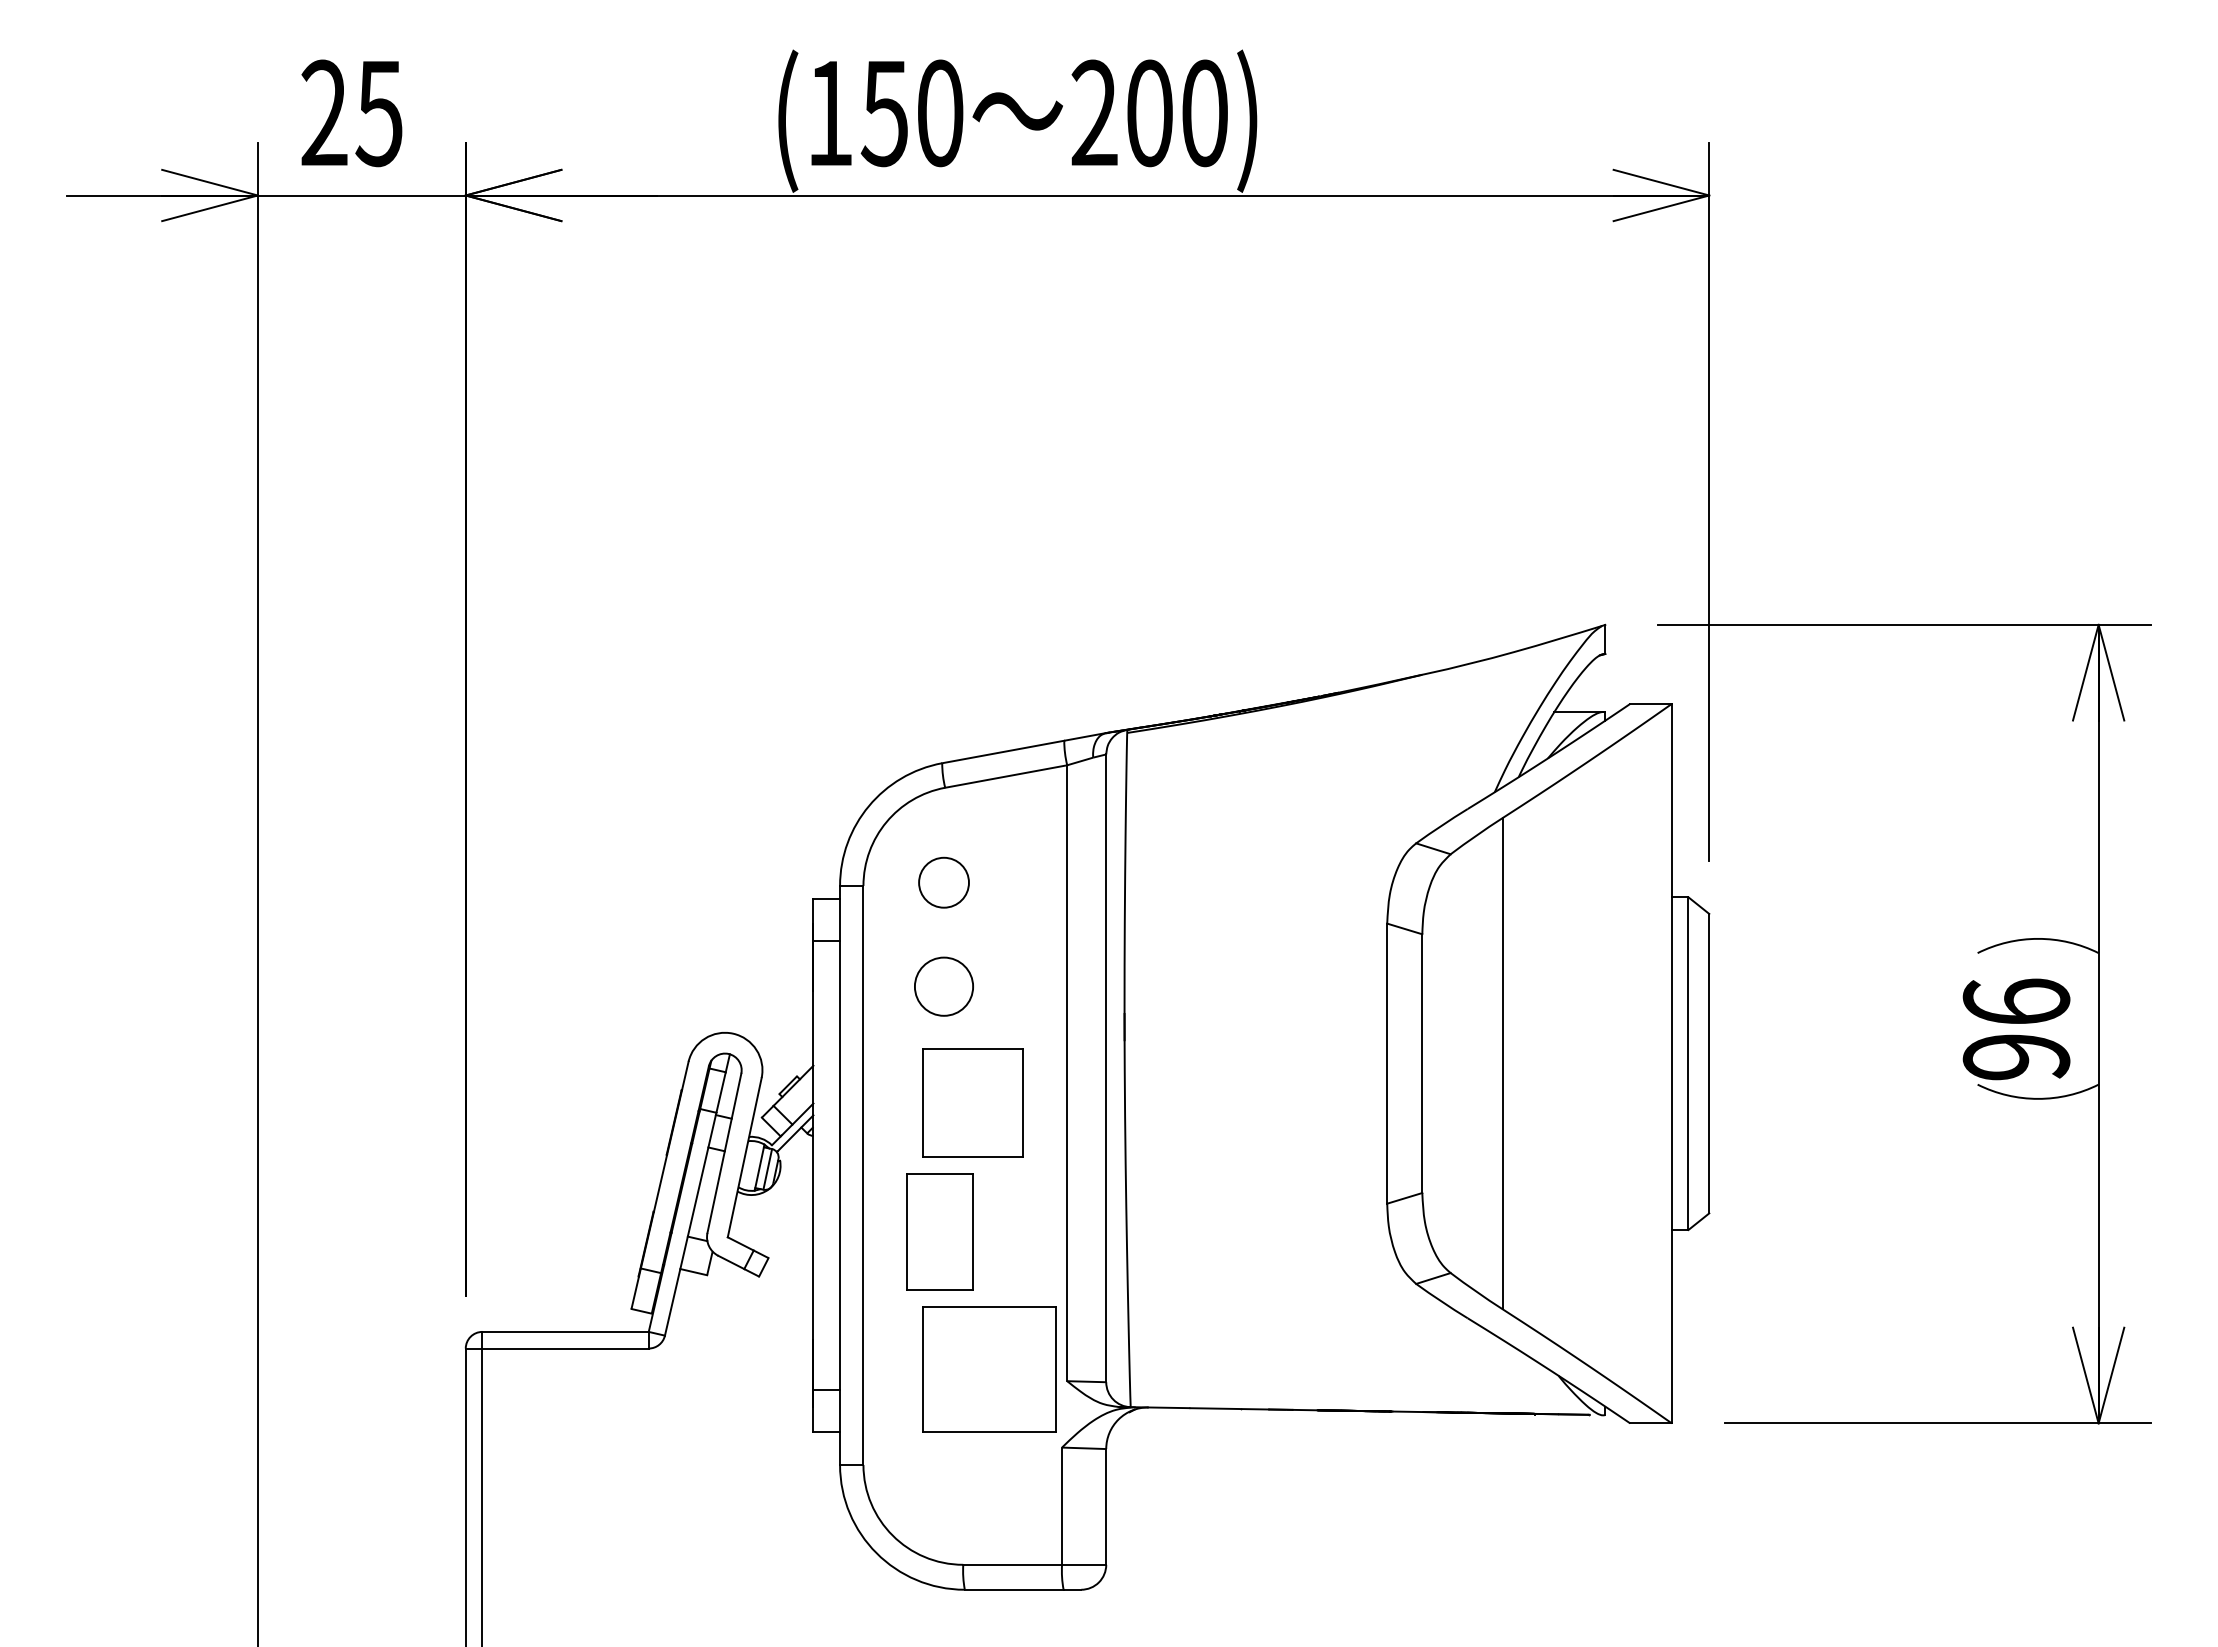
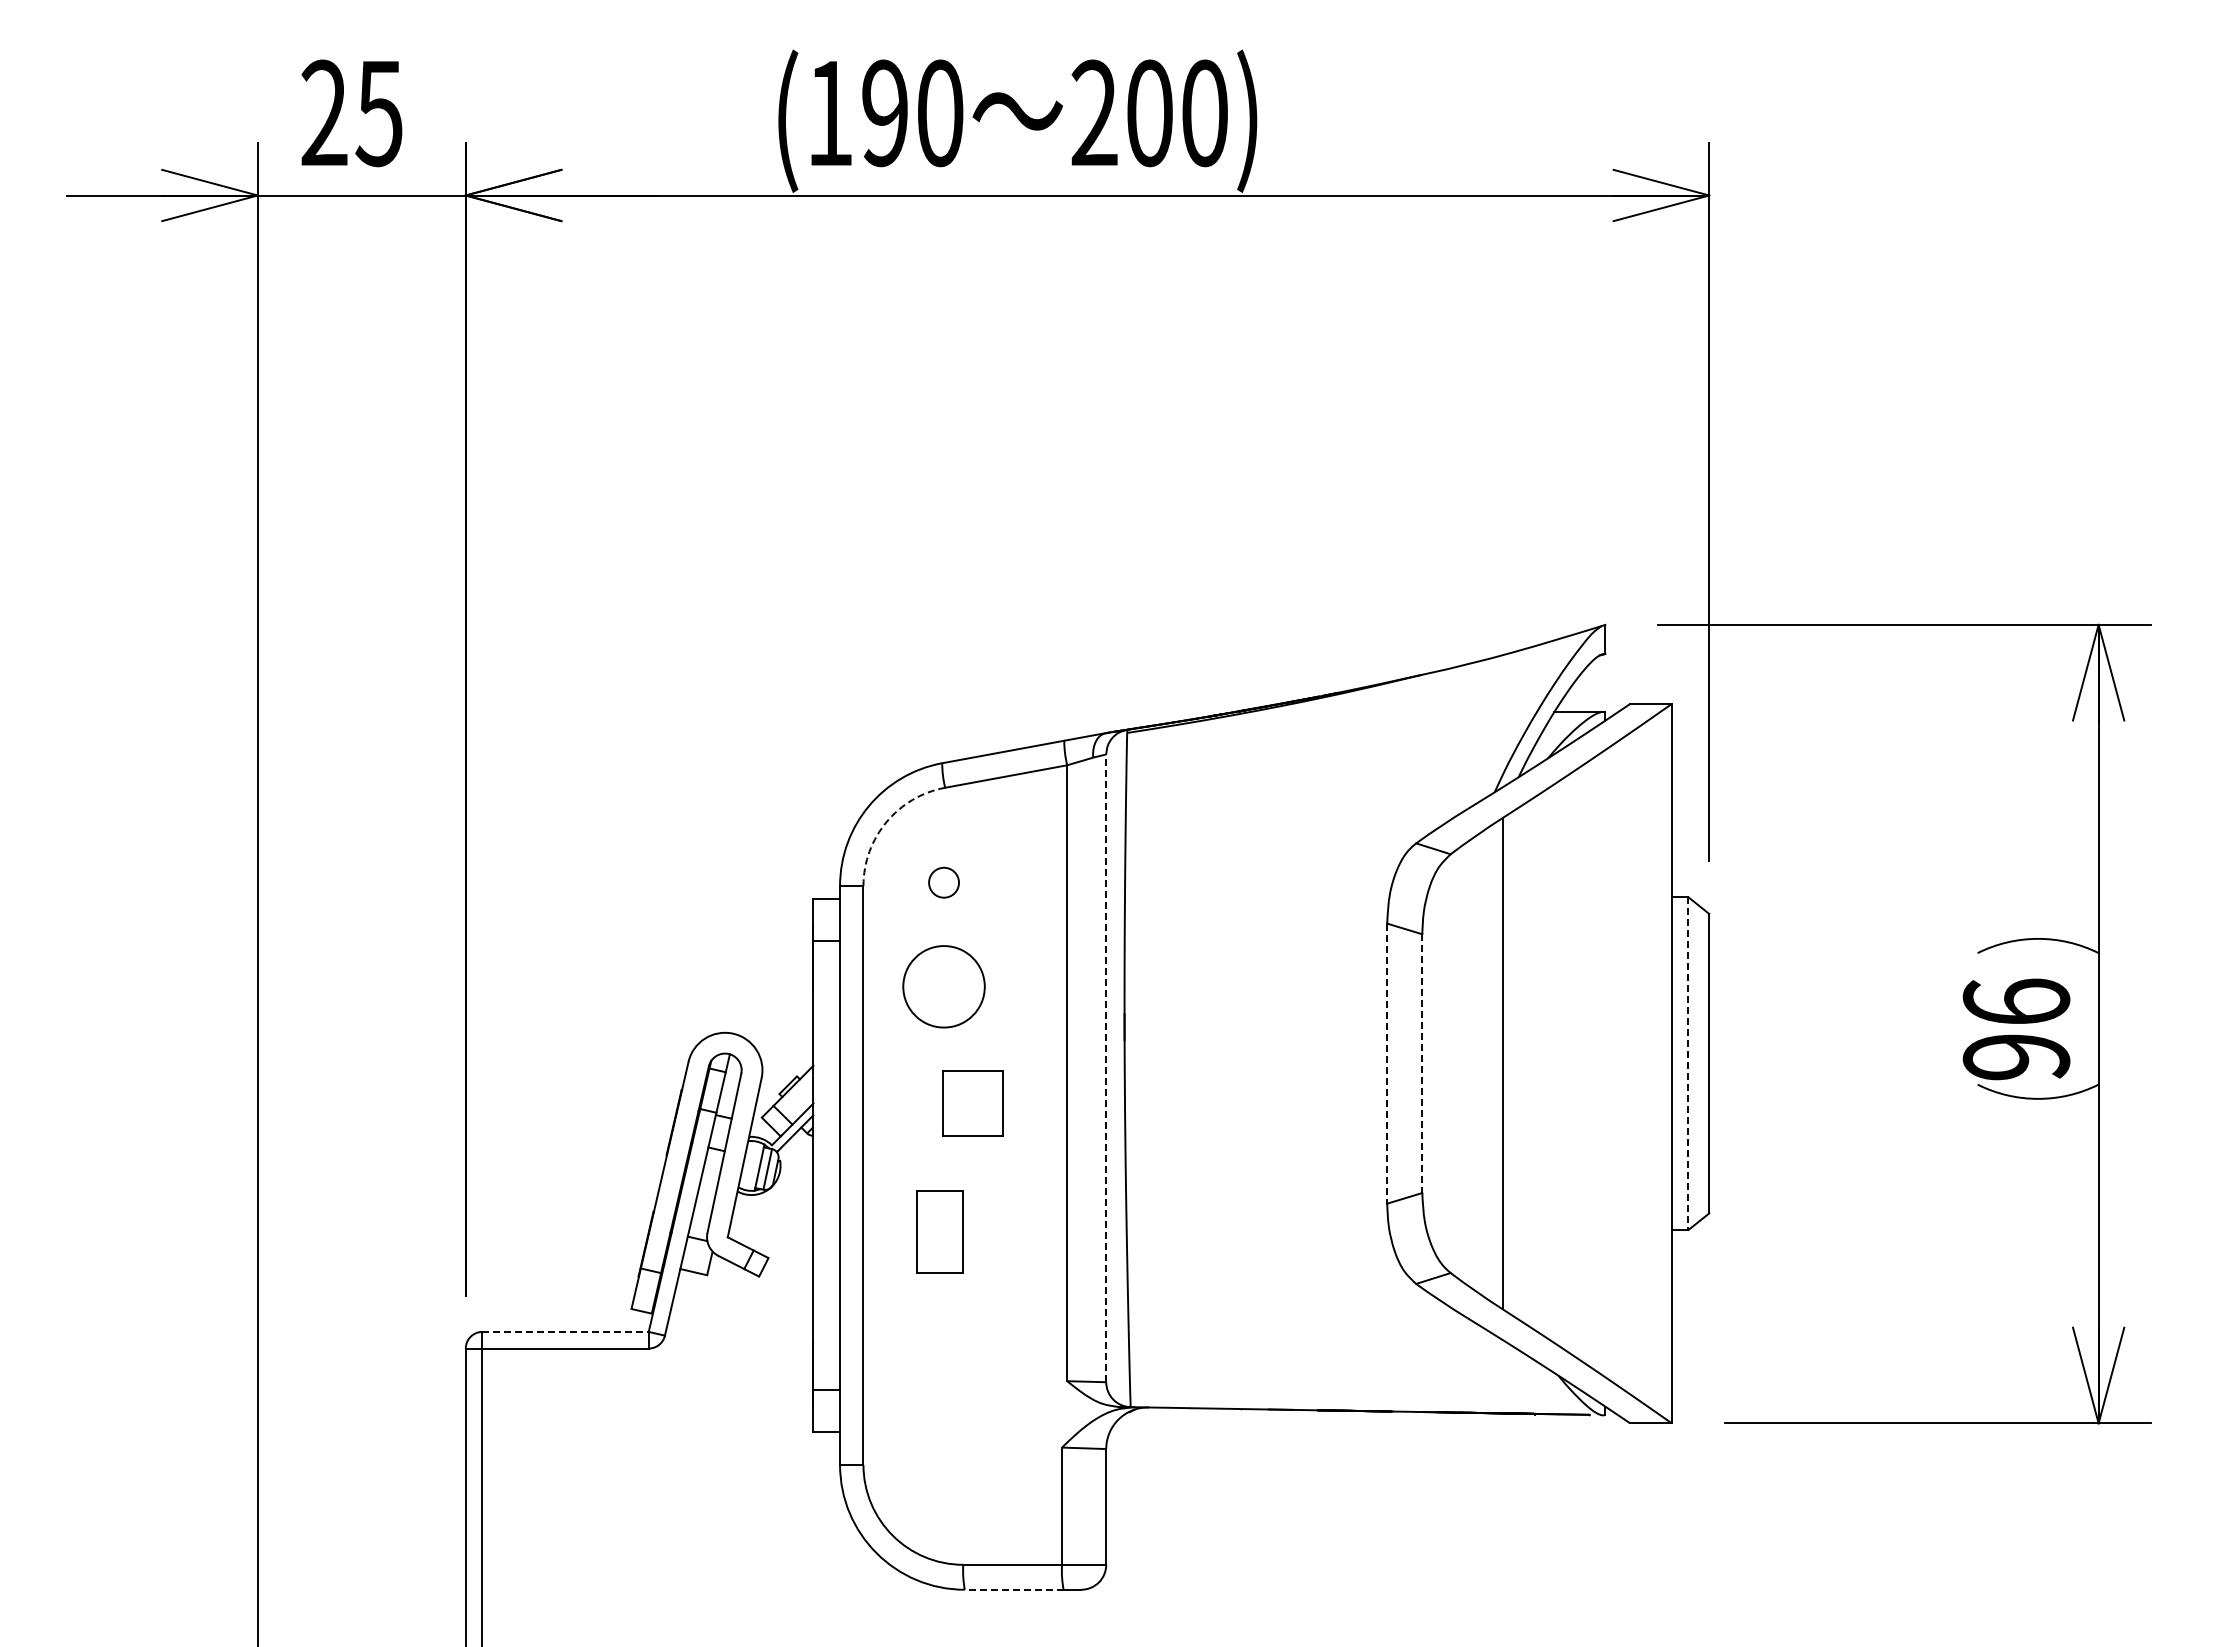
text at (883, 113): (150 -> (190
arc at (886, 822): solid -> dashed
circle at (943, 882) diameter: 50 px -> 30 px
circle at (943, 986) size: 60x61 px -> 84x84 px
line at (1387, 1064): solid -> dashed
line at (1422, 1064): solid -> dashed
line at (1688, 1064): solid -> dashed
line at (1106, 1068): solid -> dashed
part at (972, 1102) size: 102x110 px -> 62x67 px
part at (939, 1231) size: 68x118 px -> 48x84 px
line at (566, 1331): solid -> dashed
part at (989, 1369): present -> none
line at (1013, 1589): solid -> dashed
